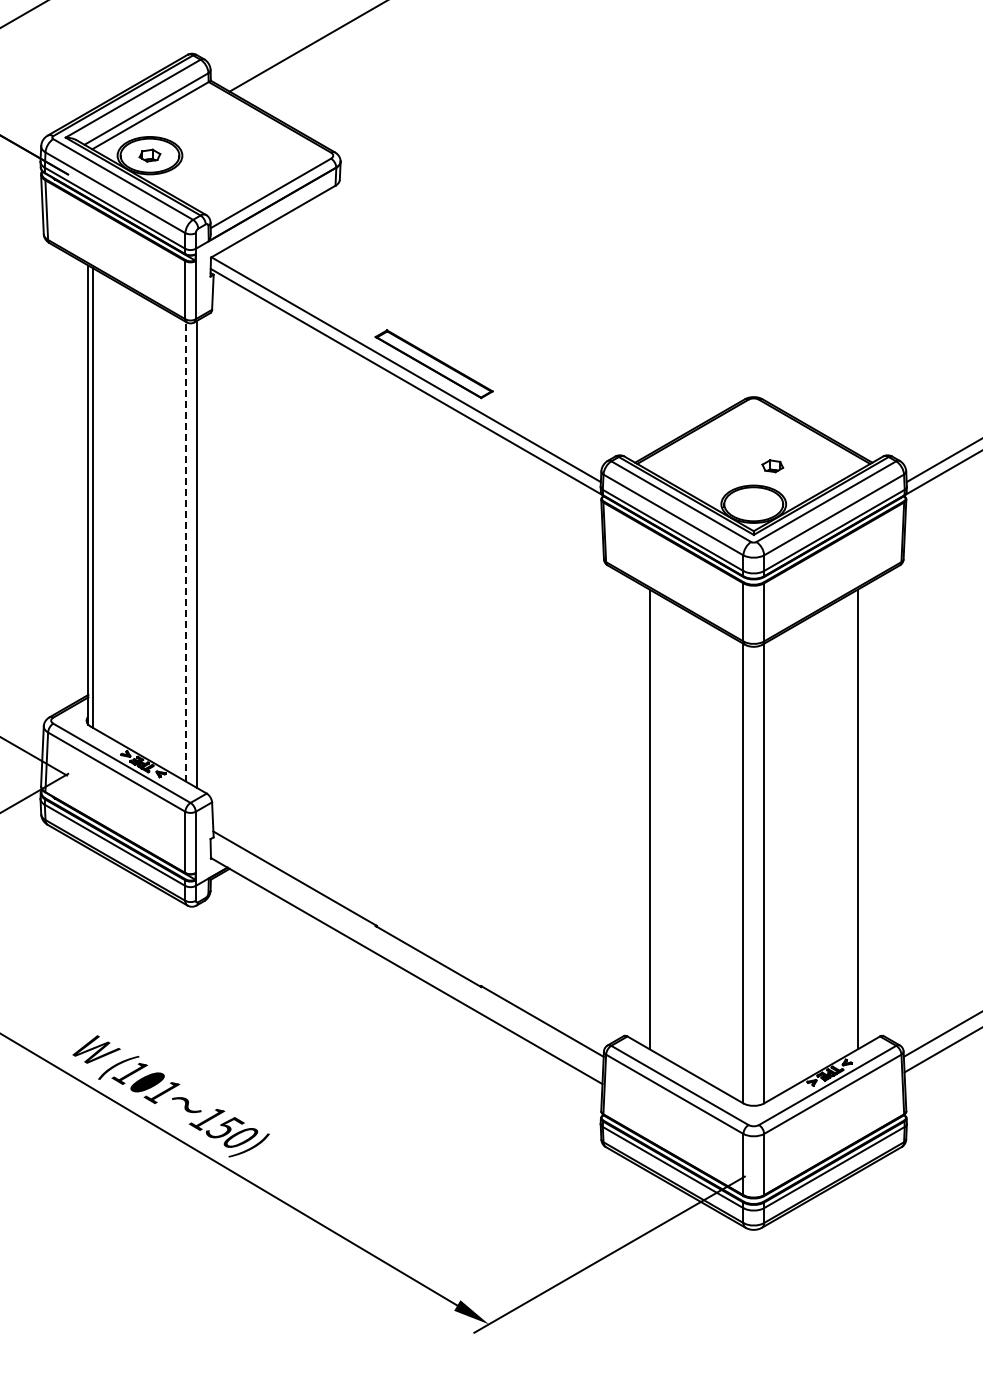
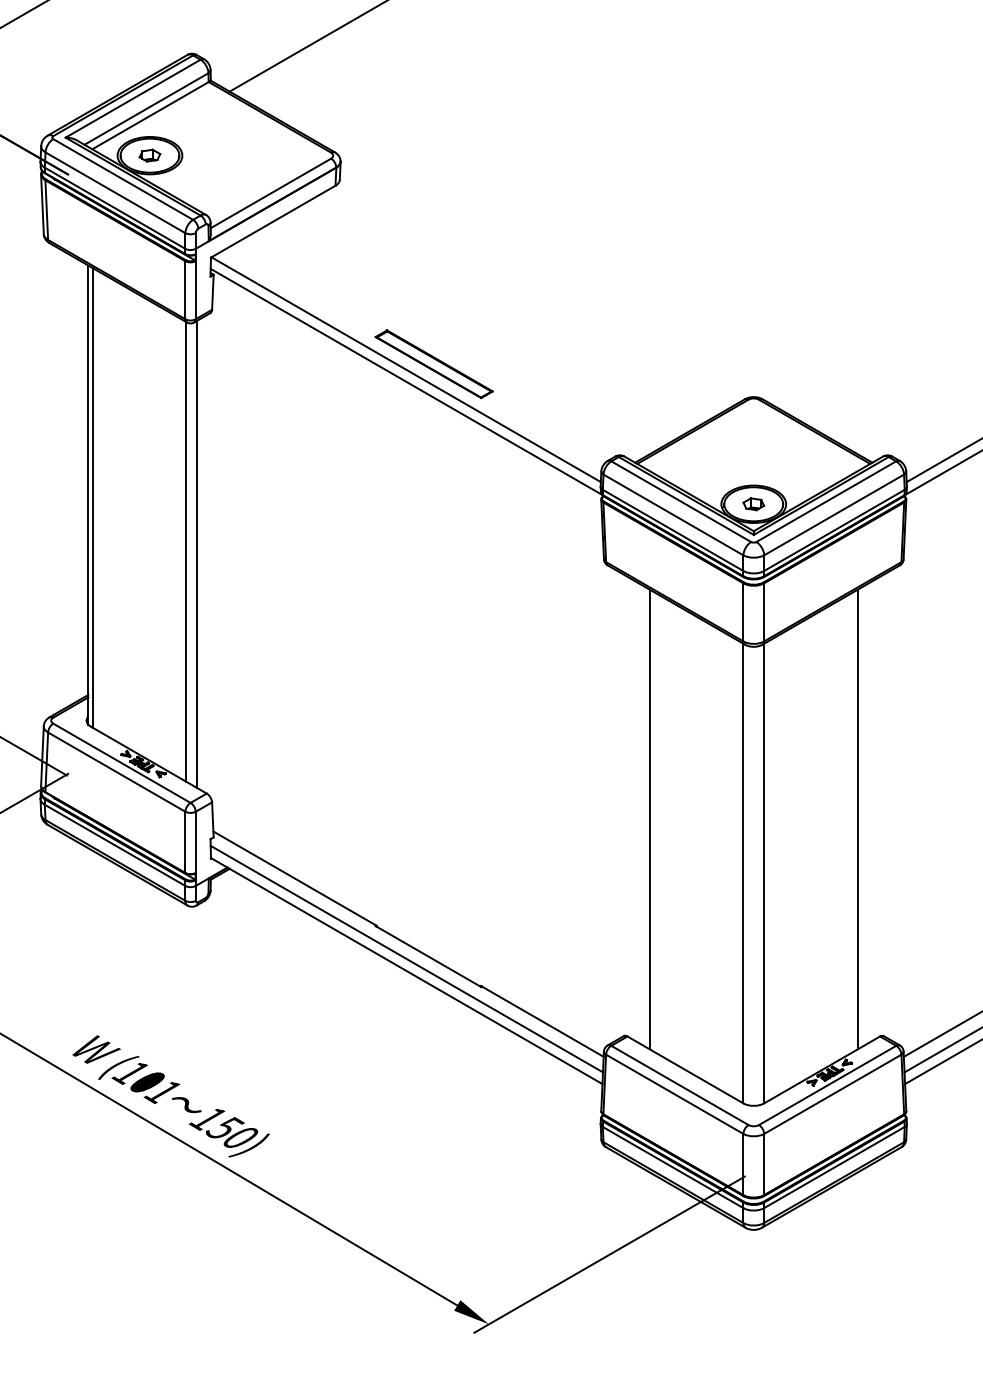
part at (772, 466) position: (772, 466) -> (753, 504)
line at (186, 552): dashed -> solid
line at (406, 958): none -> present
line at (942, 1062): none -> present
